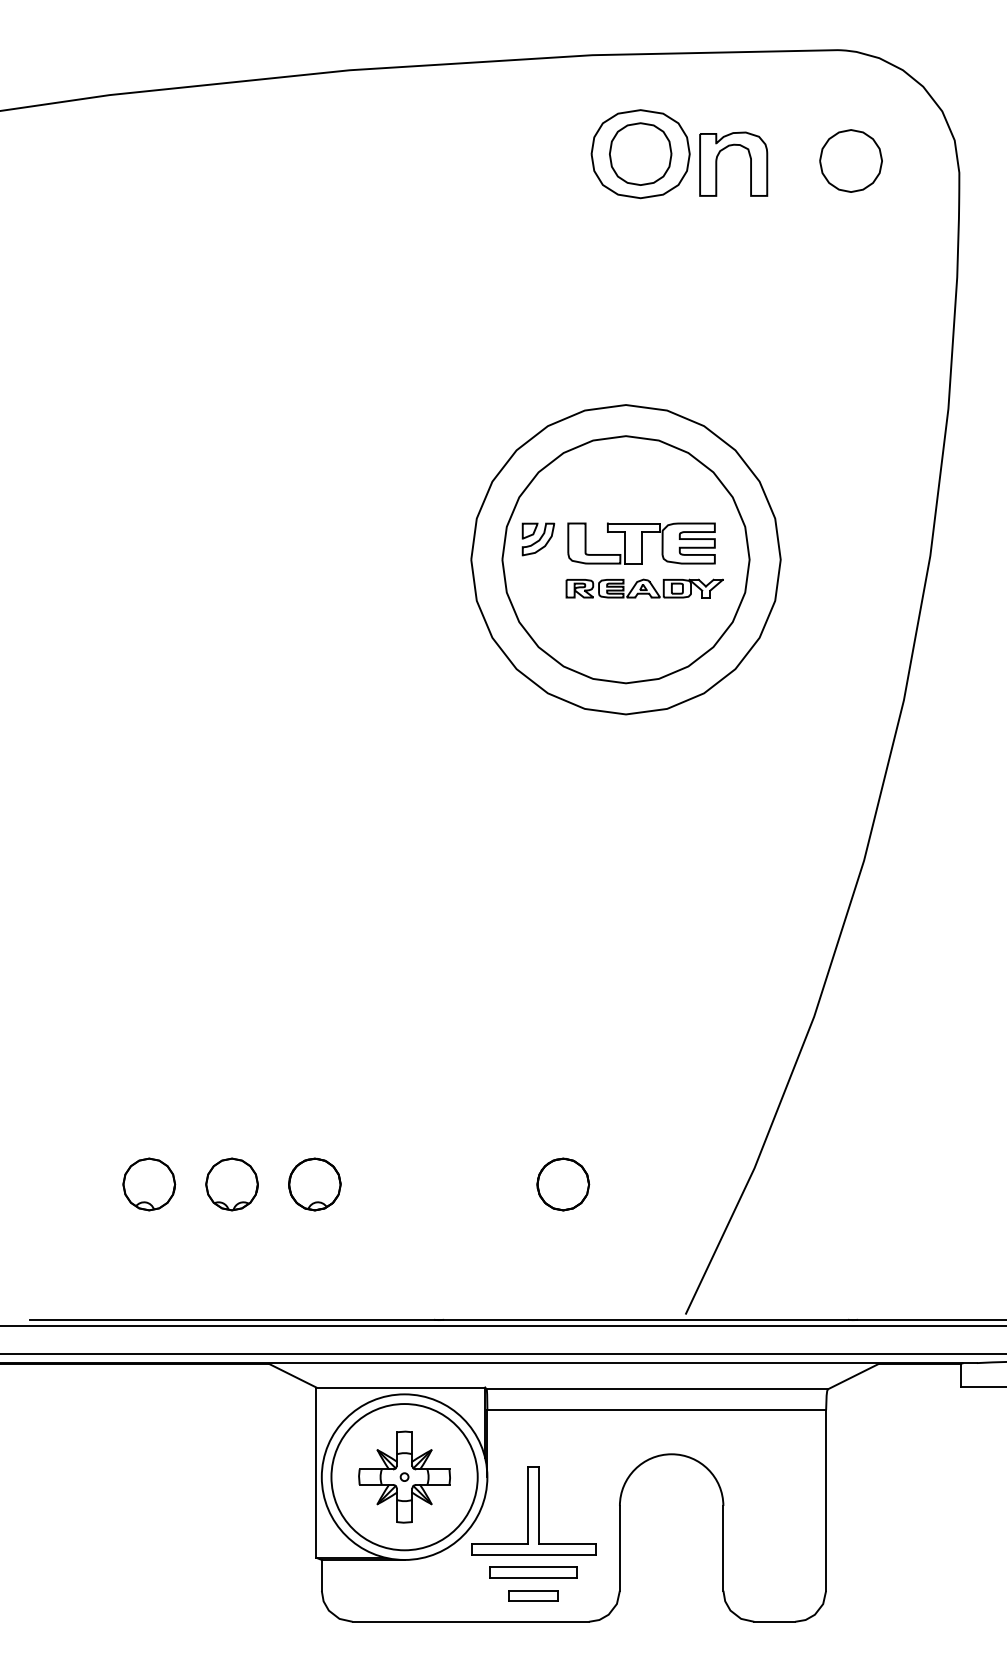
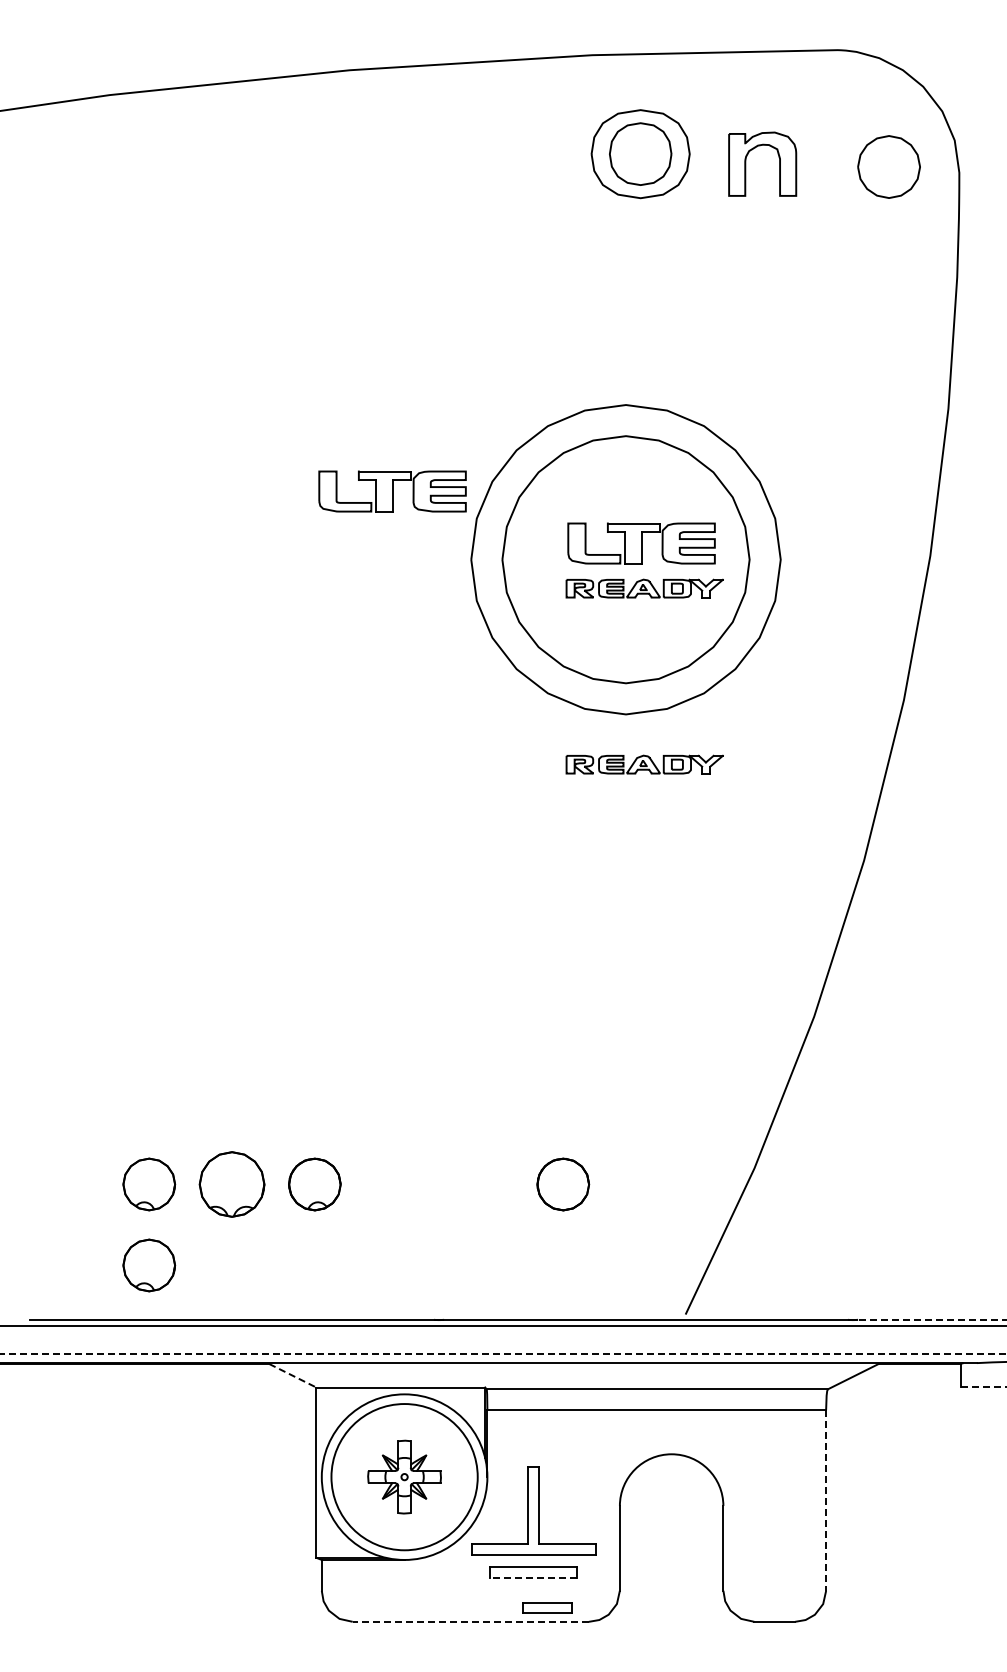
part at (850, 160) position: (850, 160) -> (888, 166)
part at (717, 163) position: (717, 163) -> (746, 163)
part at (392, 491): none -> present
part at (538, 539): present -> none
part at (644, 764): none -> present
part at (231, 1184) size: 54x55 px -> 68x67 px
part at (149, 1265): none -> present
line at (932, 1319): solid -> dashed
line at (503, 1354): solid -> dashed
line at (293, 1375): solid -> dashed
line at (984, 1386): solid -> dashed
part at (404, 1476) size: 93x94 px -> 75x76 px
line at (826, 1500): solid -> dashed
line at (533, 1577): solid -> dashed
part at (533, 1595) position: (533, 1595) -> (547, 1607)
line at (470, 1621): solid -> dashed
